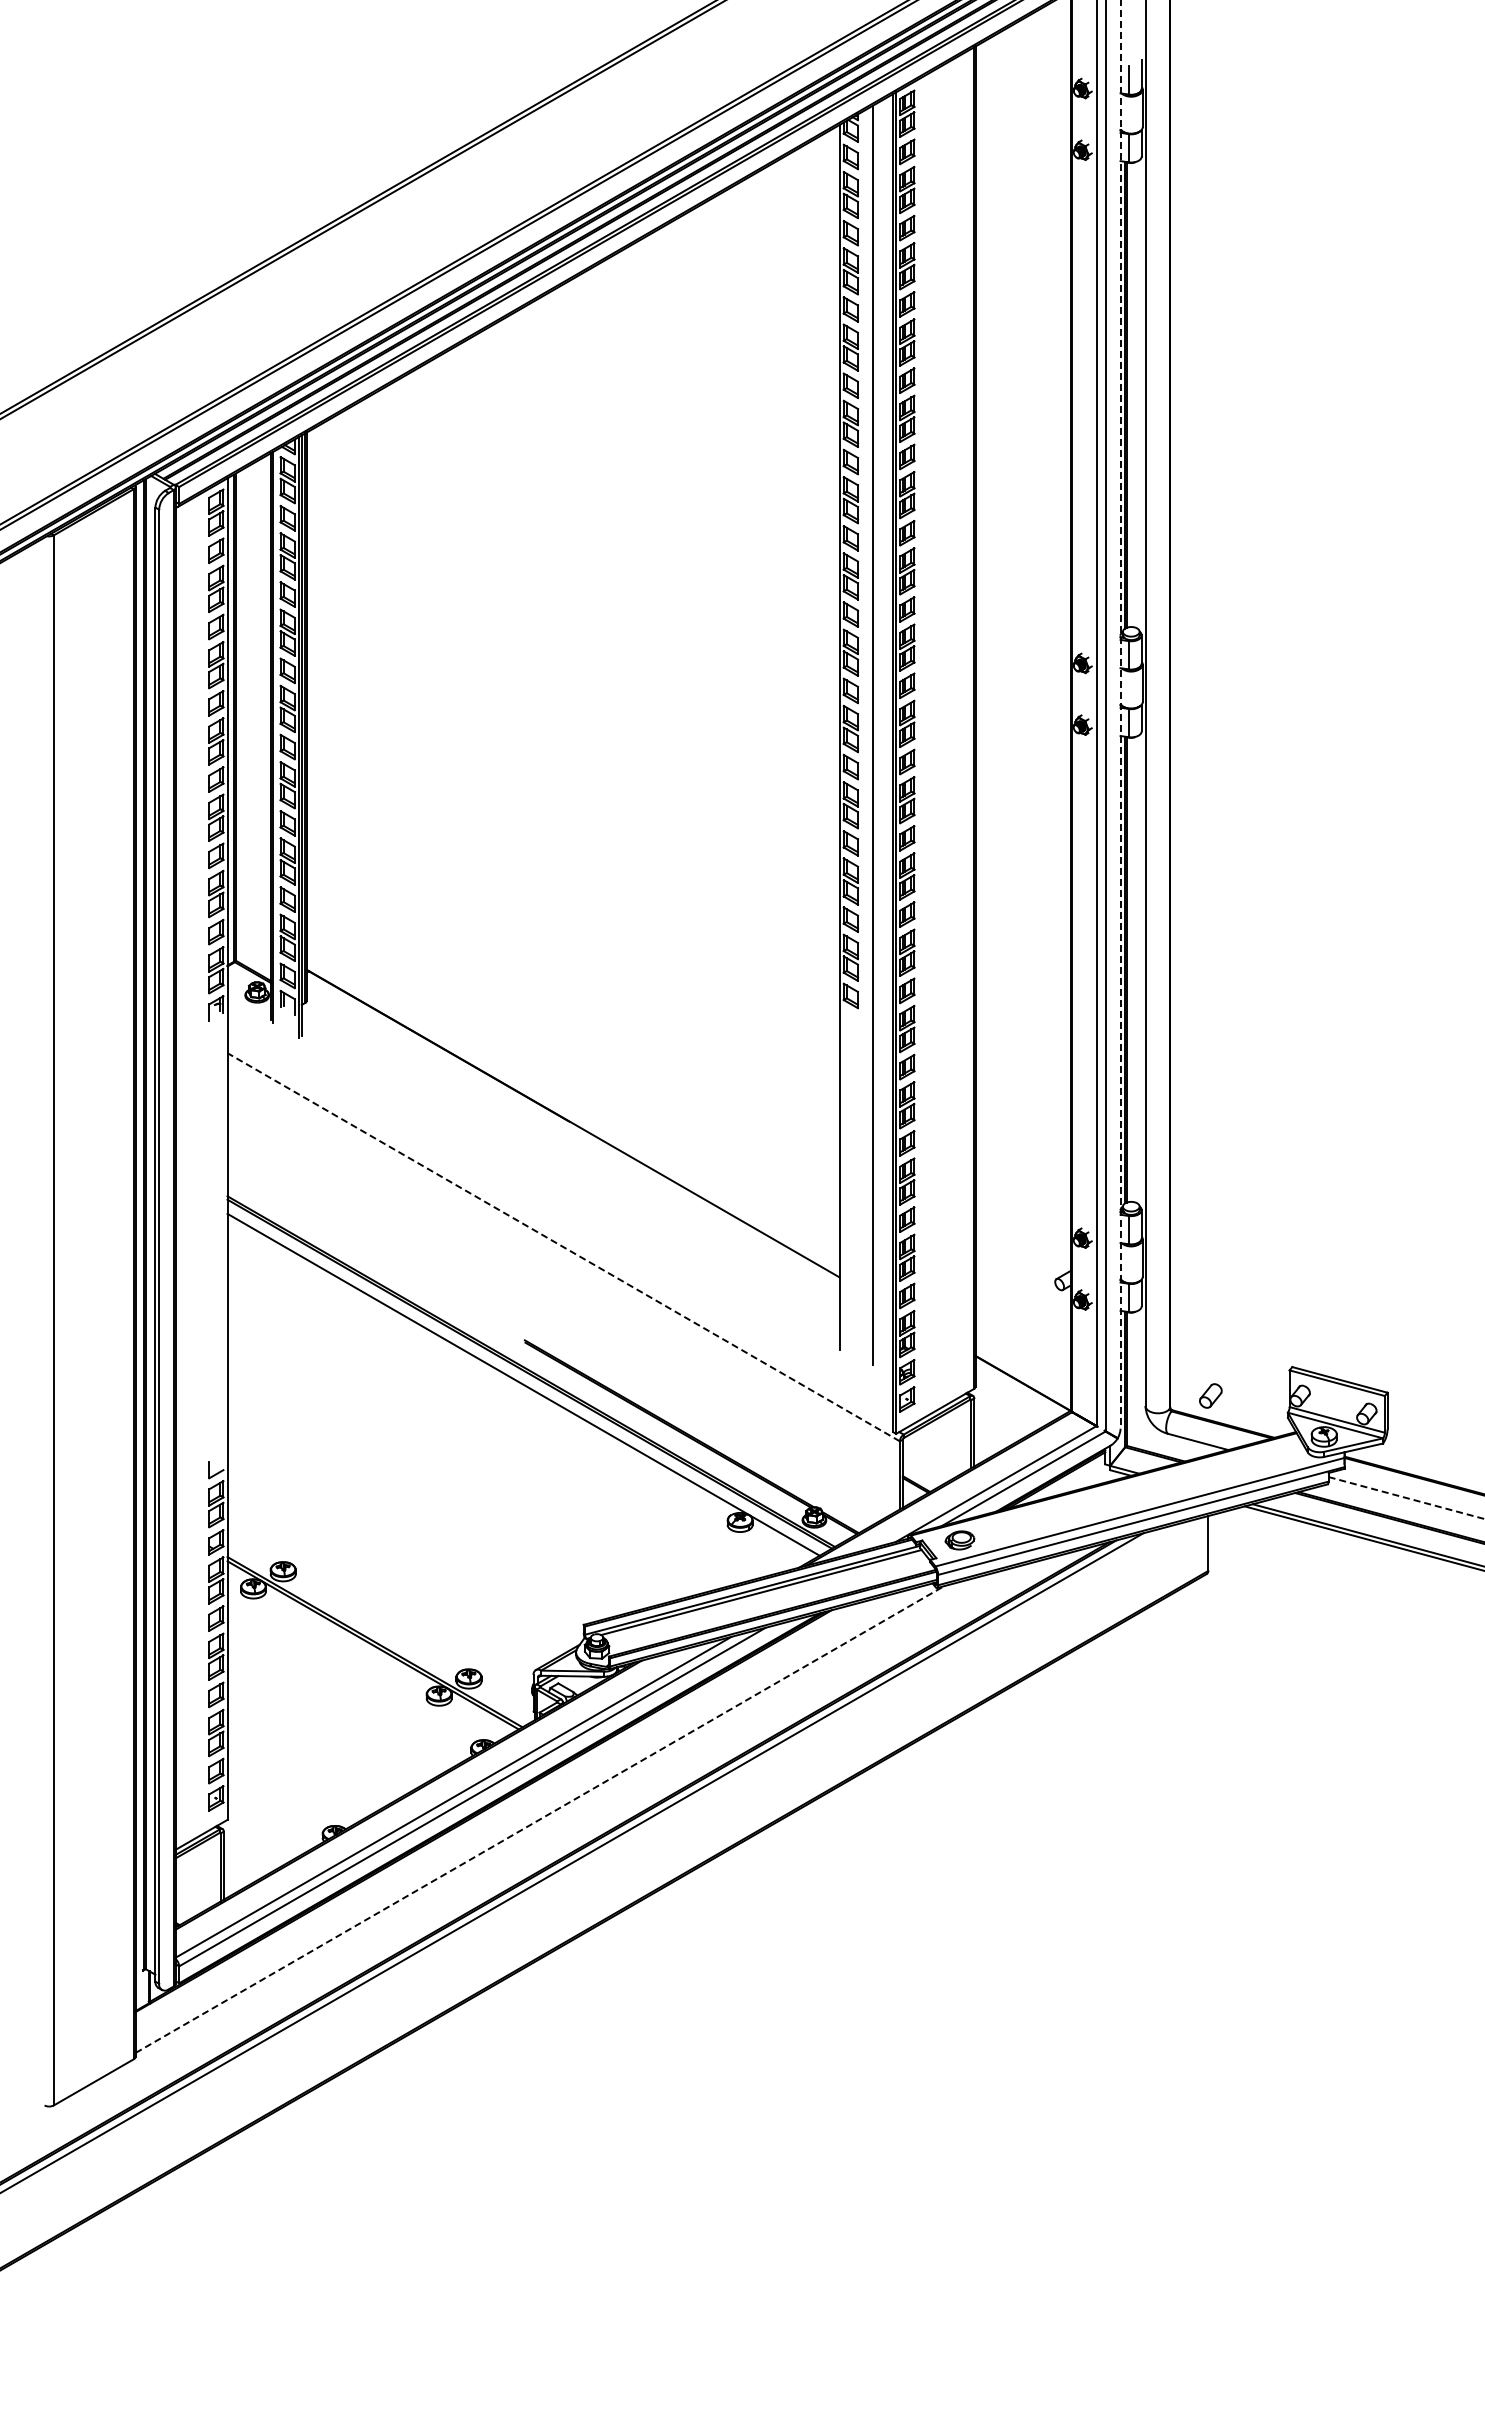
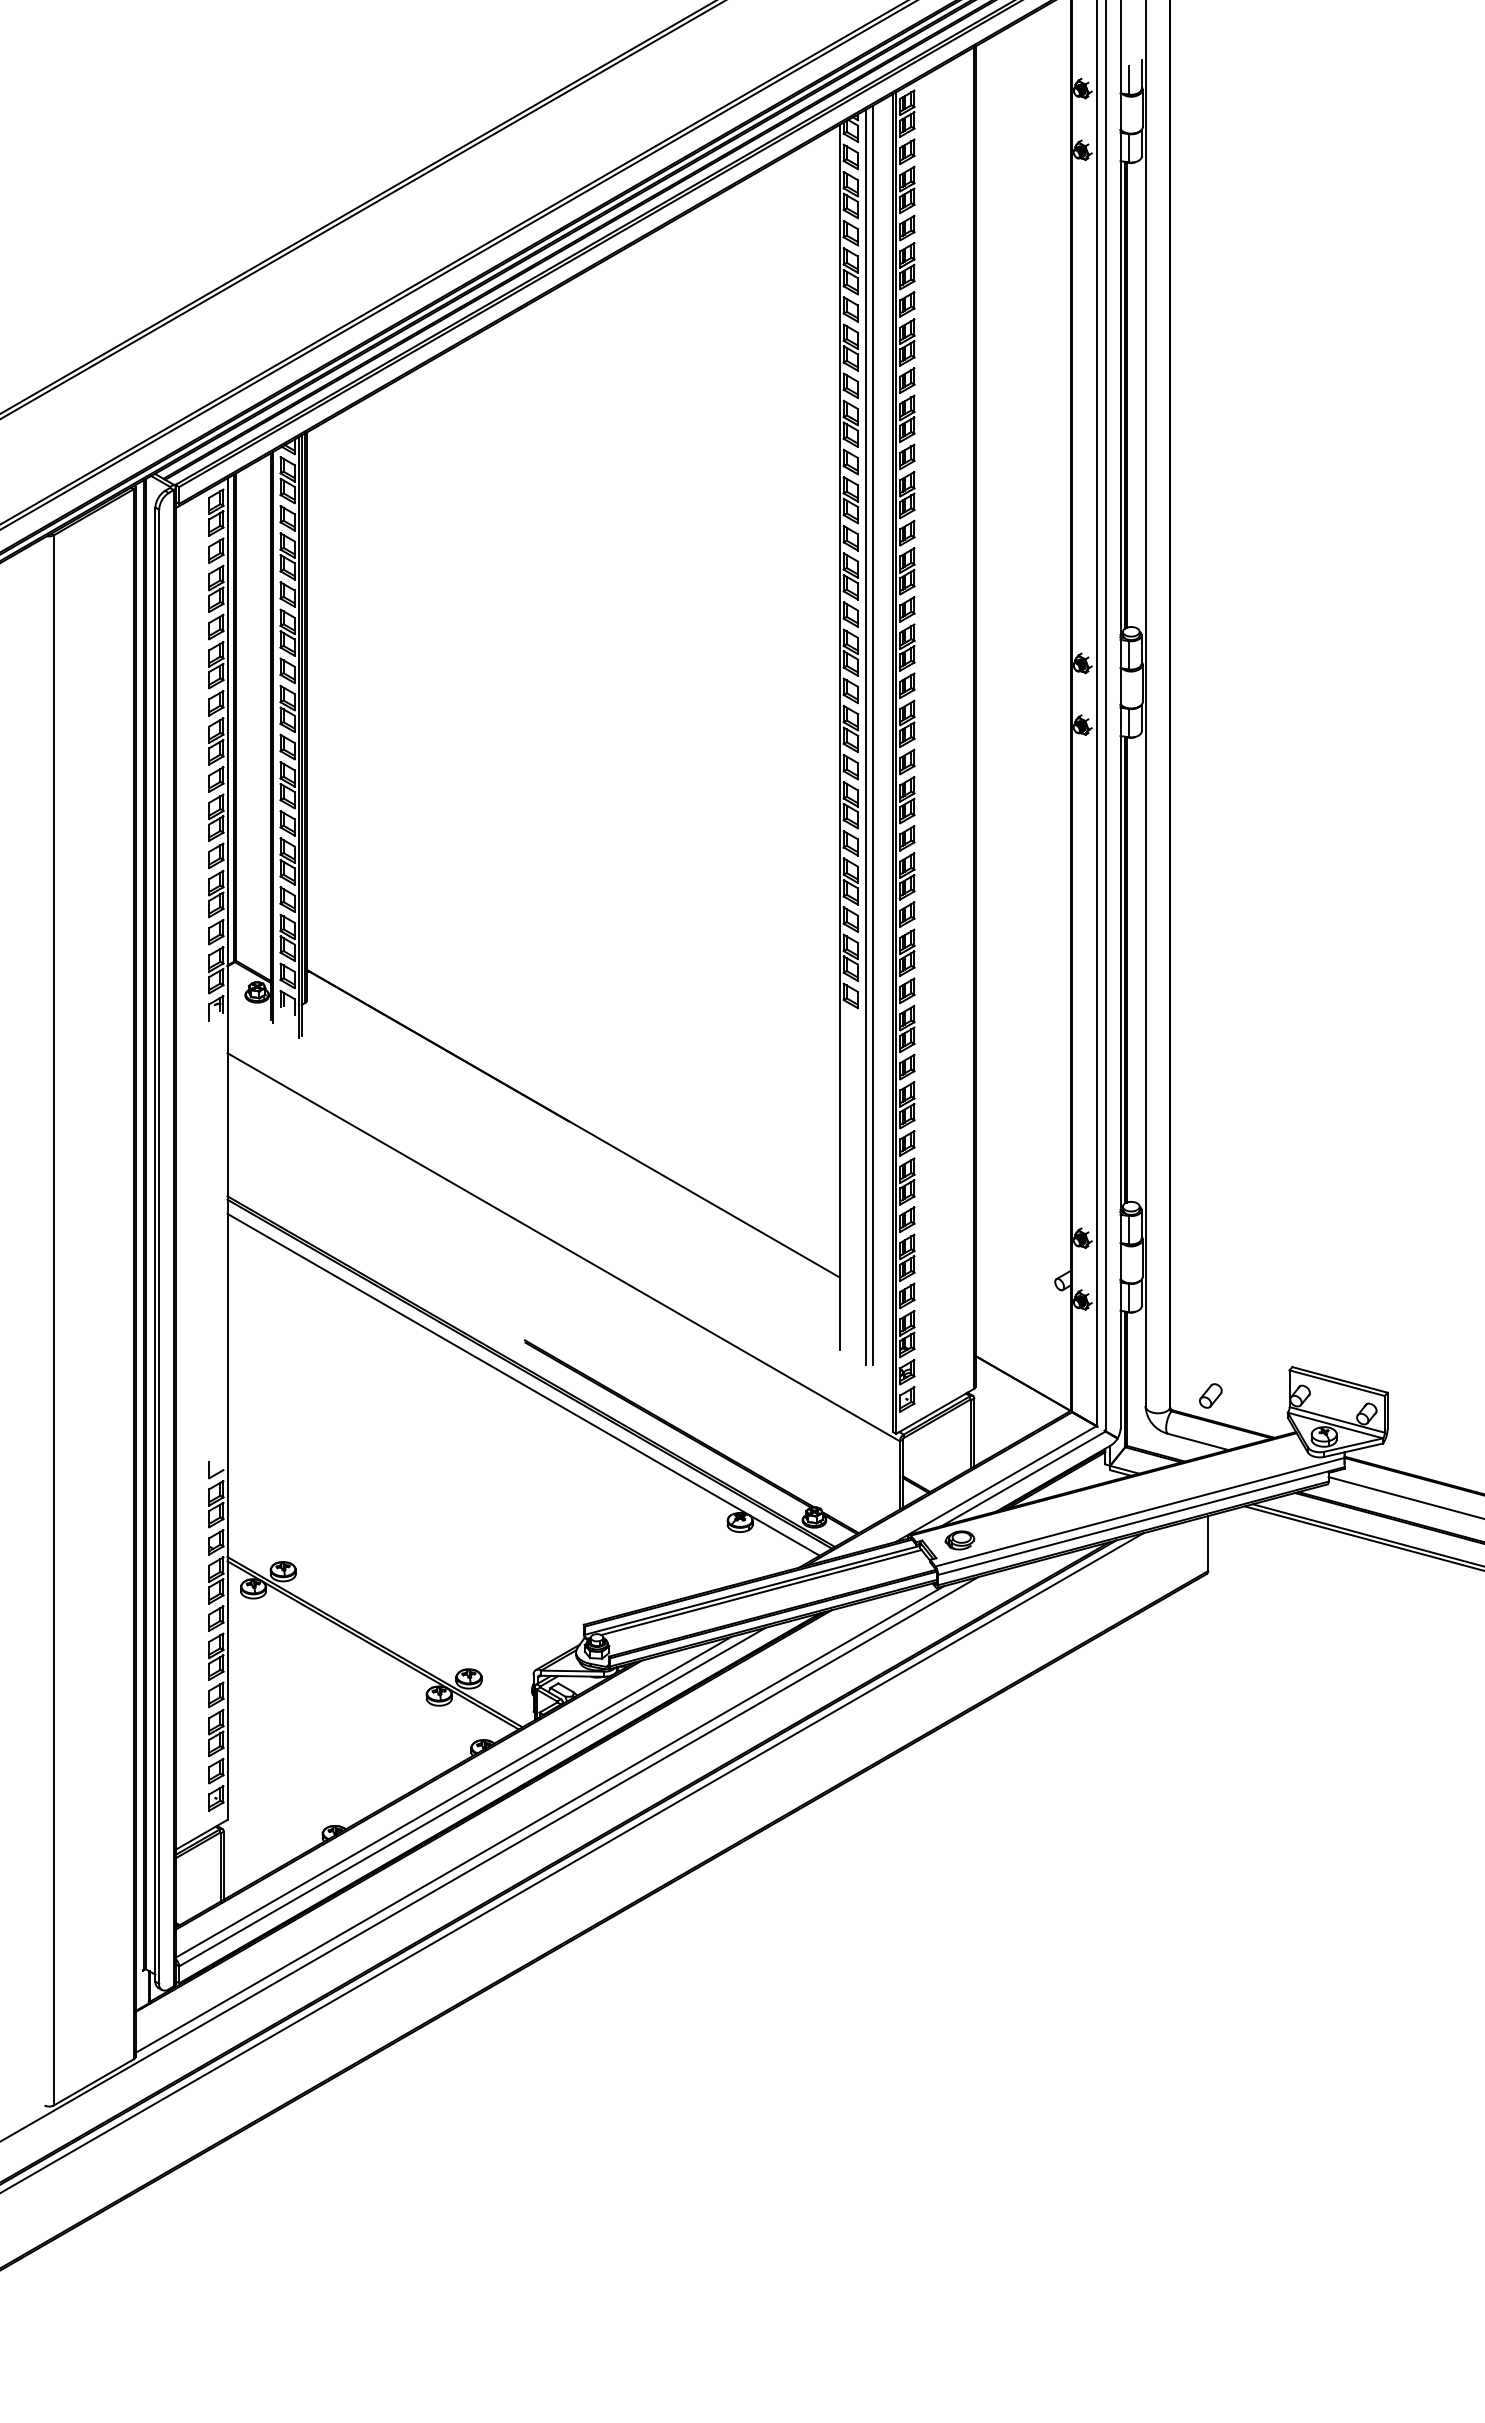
line at (1120, 715): dashed -> solid
line at (865, 736): none -> present
line at (563, 1247): dashed -> solid
line at (1406, 1498): dashed -> solid
line at (539, 1819): dashed -> solid
line at (490, 1858): none -> present
